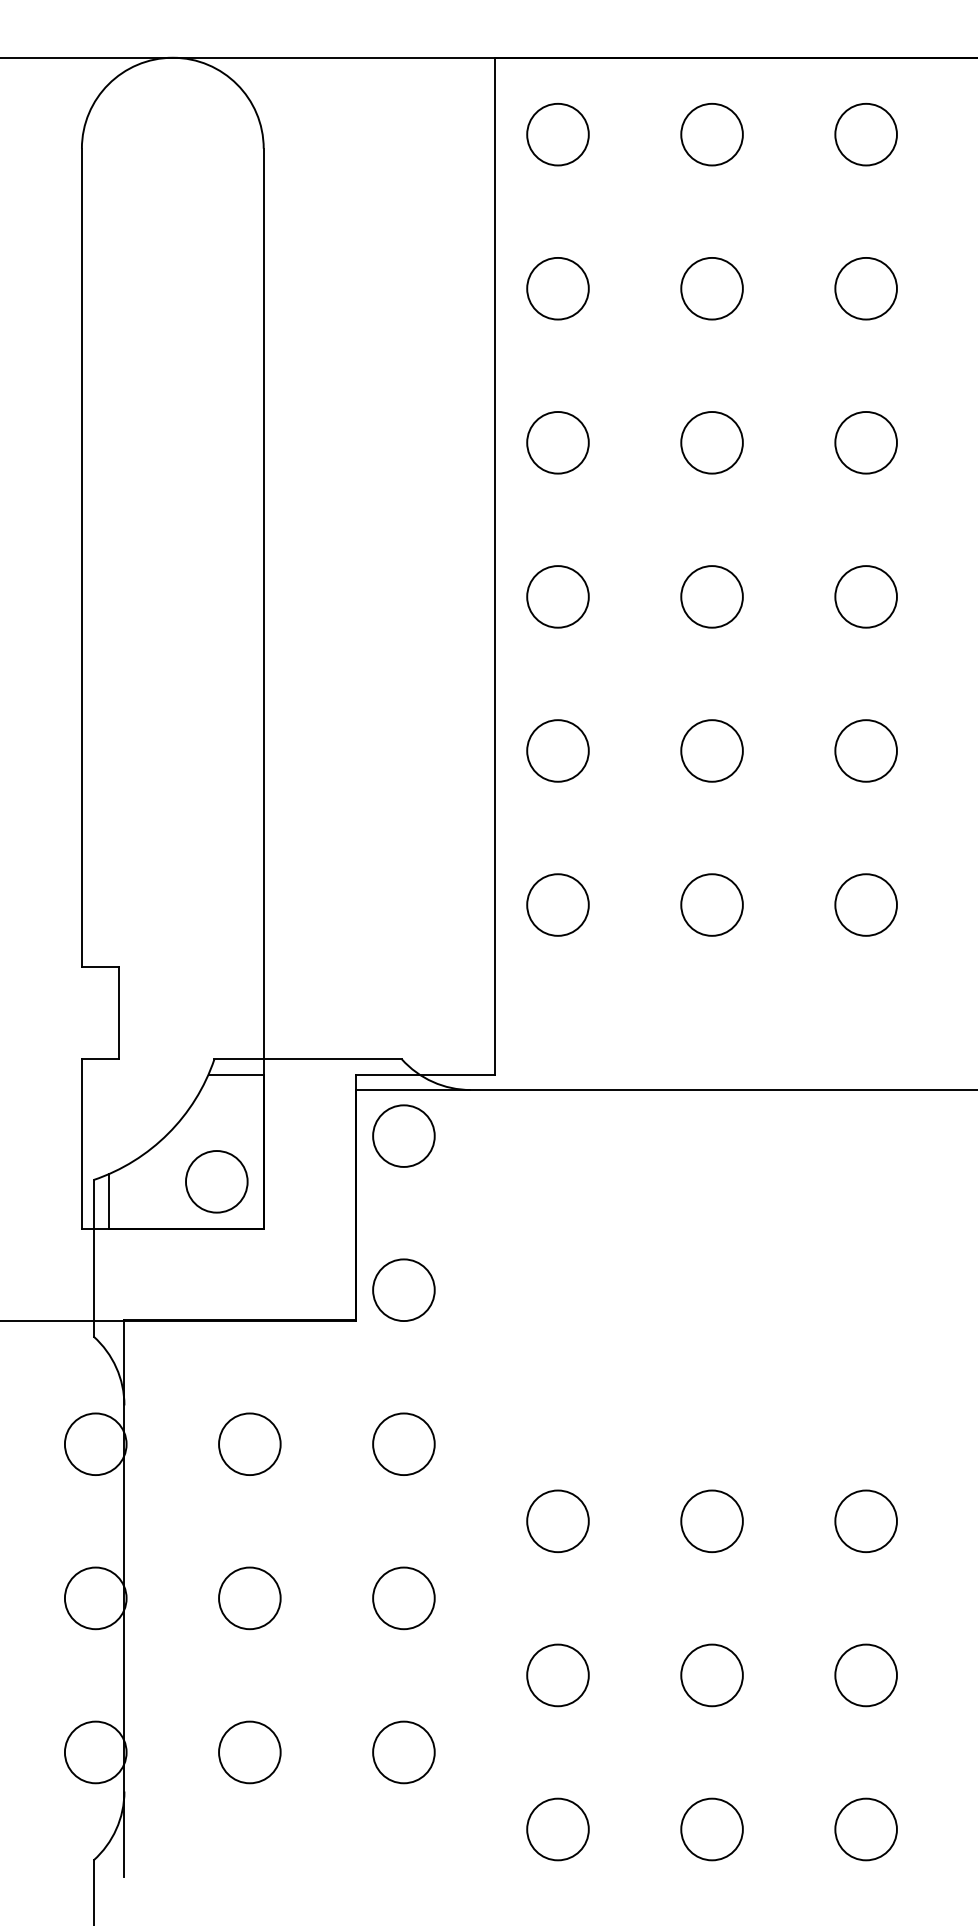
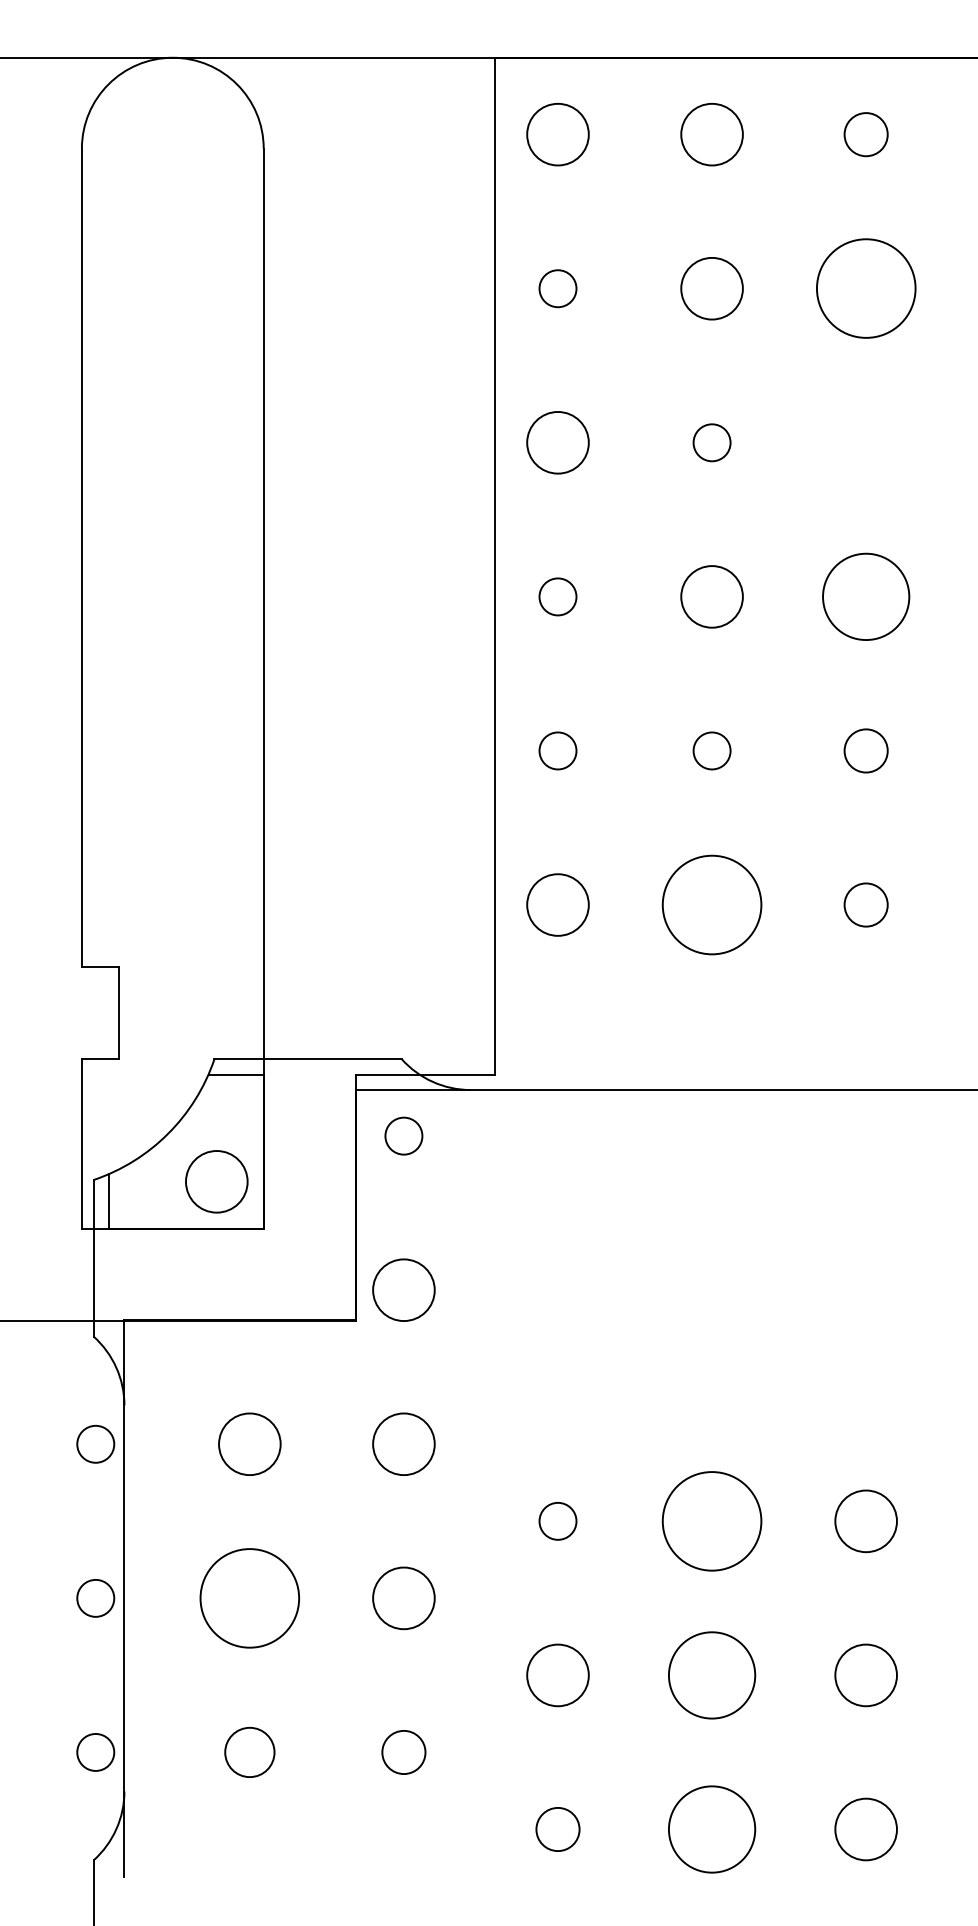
circle at (865, 134) diameter: 62 px -> 43 px
circle at (557, 288) diameter: 62 px -> 37 px
circle at (865, 288) size: 64x64 px -> 101x101 px
circle at (711, 442) diameter: 62 px -> 37 px
circle at (865, 442): present -> none
circle at (557, 596) size: 64x64 px -> 40x40 px
circle at (865, 596) diameter: 62 px -> 86 px
circle at (557, 750) diameter: 62 px -> 37 px
circle at (711, 750) diameter: 62 px -> 37 px
circle at (865, 750) diameter: 62 px -> 43 px
circle at (711, 904) diameter: 62 px -> 99 px
circle at (865, 904) diameter: 62 px -> 43 px
circle at (403, 1135) diameter: 62 px -> 37 px
circle at (95, 1444) diameter: 62 px -> 37 px
circle at (557, 1521) diameter: 62 px -> 37 px
circle at (711, 1521) diameter: 62 px -> 99 px
circle at (95, 1598) diameter: 62 px -> 37 px
circle at (249, 1598) diameter: 62 px -> 99 px
circle at (711, 1675) diameter: 62 px -> 86 px
circle at (95, 1752) diameter: 62 px -> 37 px
circle at (249, 1752) size: 64x65 px -> 52x52 px
circle at (403, 1752) diameter: 62 px -> 43 px
circle at (557, 1829) size: 64x65 px -> 46x45 px
circle at (711, 1829) diameter: 62 px -> 86 px
